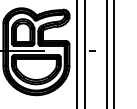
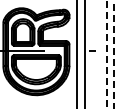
line at (106, 54): solid -> dashed
line at (114, 54): solid -> dashed
